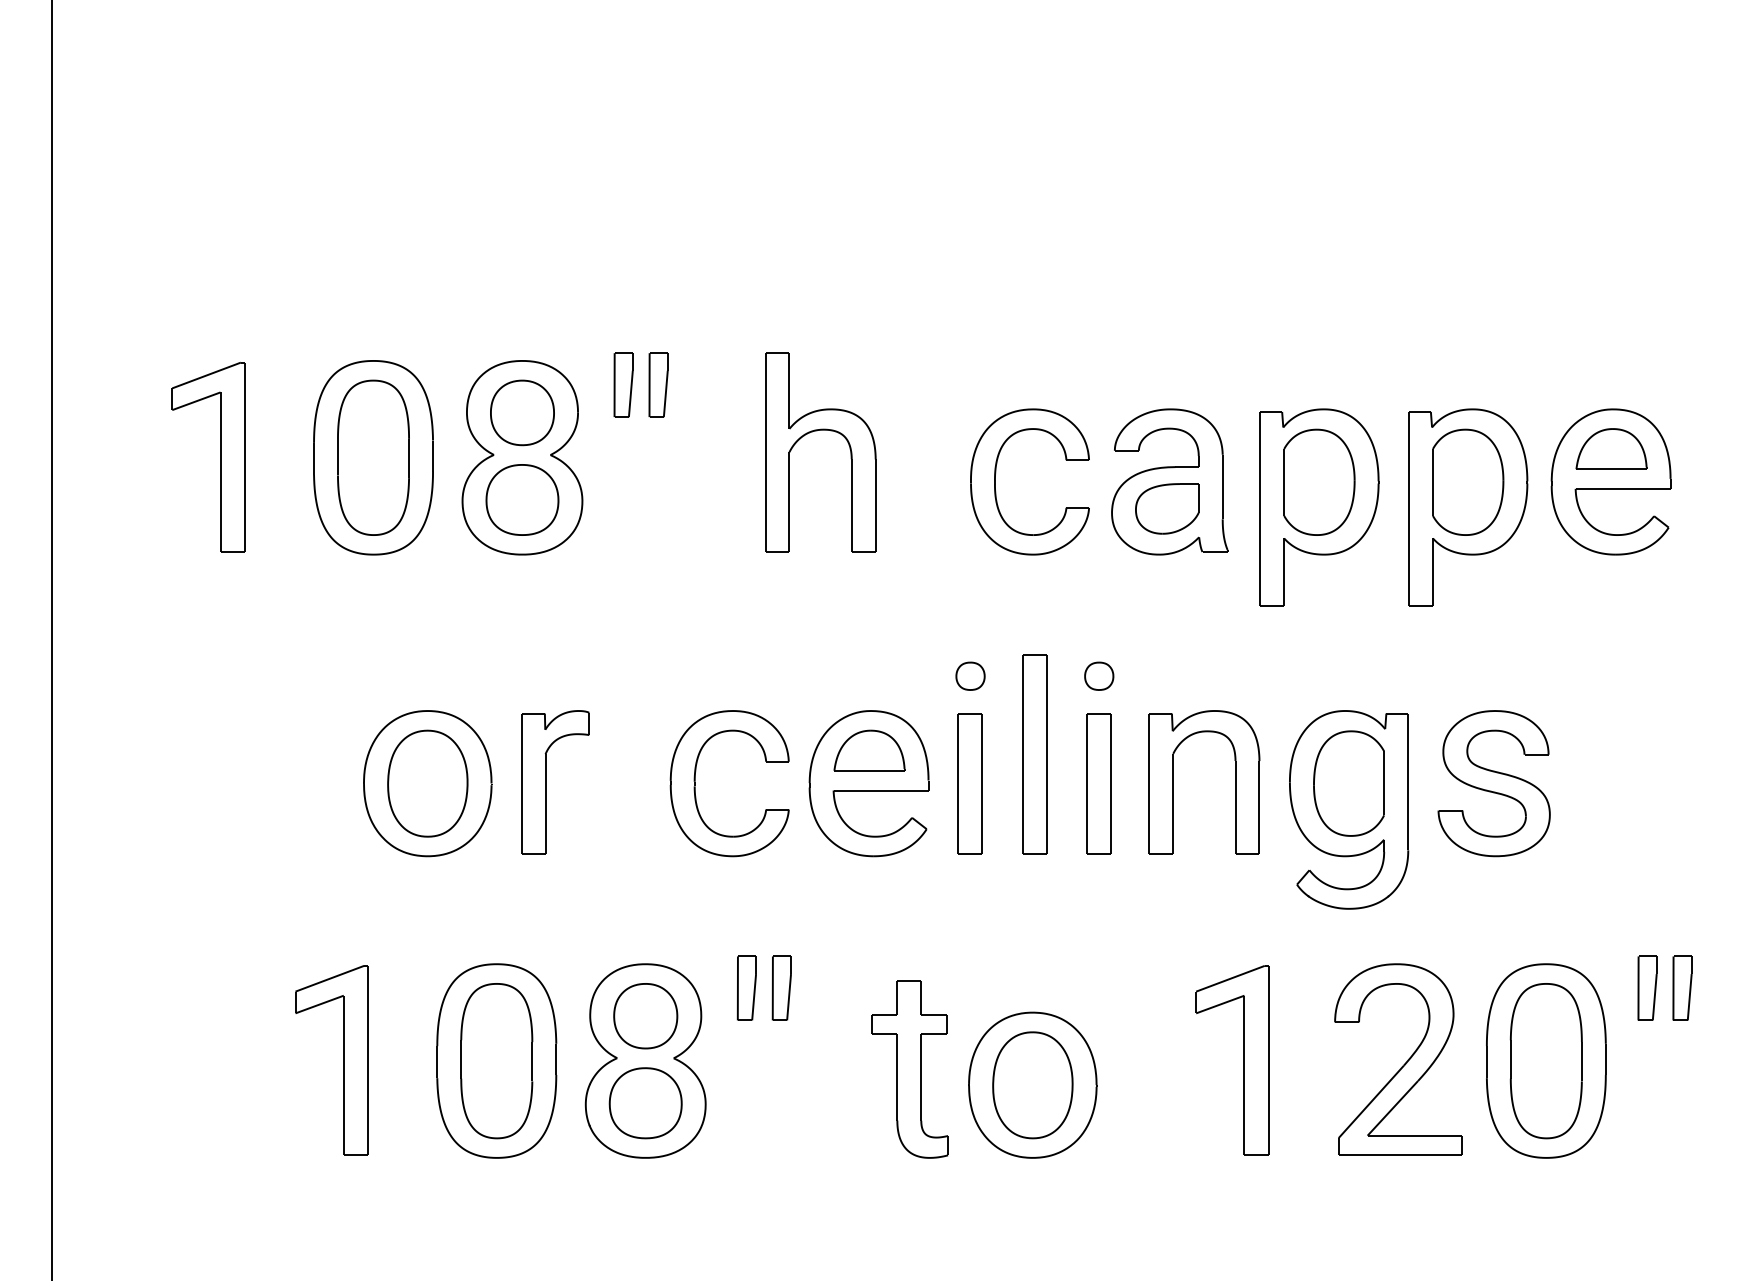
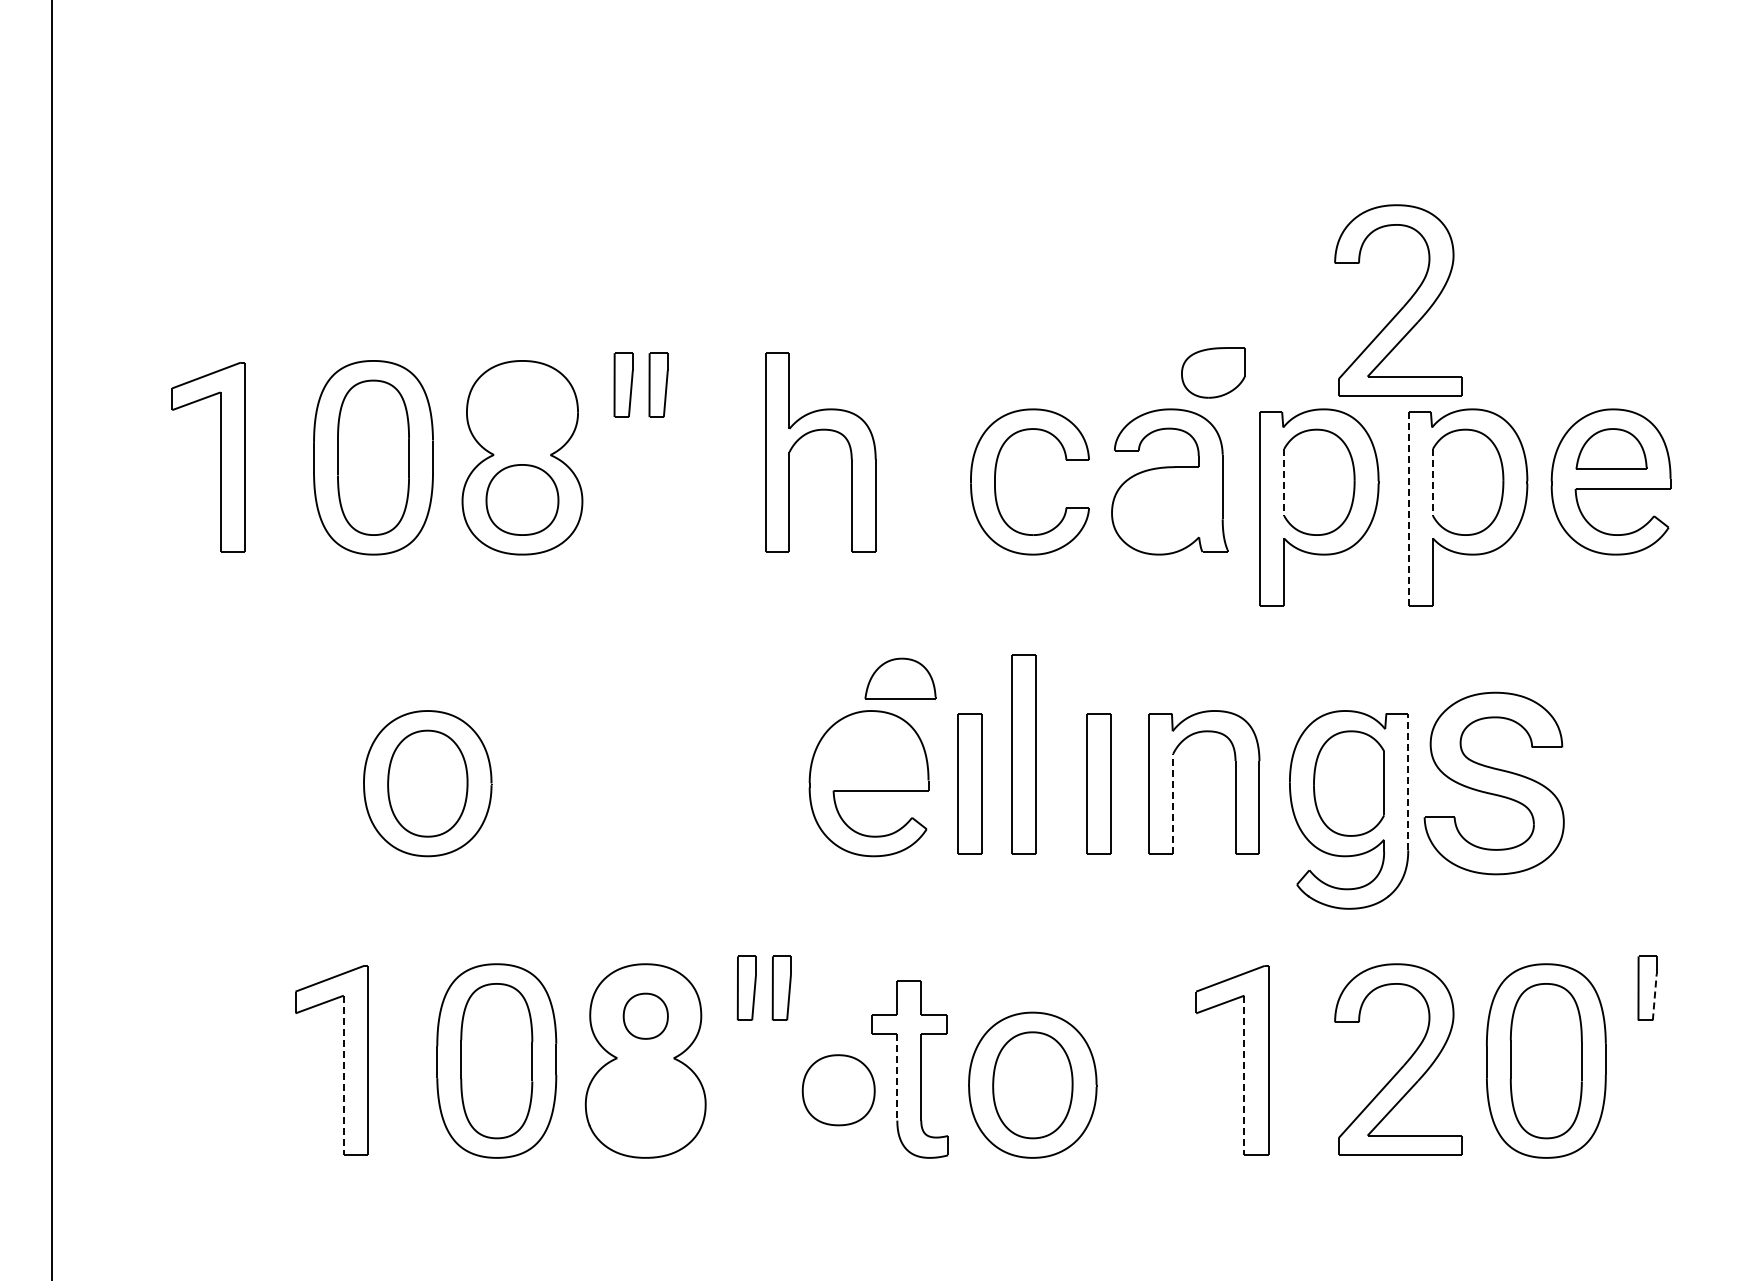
part at (1403, 305): none -> present
part at (522, 412): present -> none
line at (1284, 482): solid -> dashed
line at (1432, 482): solid -> dashed
part at (1167, 508) position: (1167, 508) -> (1213, 372)
line at (1409, 508): solid -> dashed
part at (970, 675): present -> none
part at (1099, 675): present -> none
part at (869, 750) position: (869, 750) -> (900, 678)
part at (1034, 754) position: (1034, 754) -> (1023, 754)
line at (1408, 781): solid -> dashed
part at (546, 782): present -> none
part at (695, 783): present -> none
part at (1493, 783) size: 114x148 px -> 142x185 px
line at (1173, 803): solid -> dashed
part at (1682, 987): present -> none
line at (1654, 996): solid -> dashed
part at (645, 1016) size: 66x67 px -> 47x48 px
line at (343, 1075): solid -> dashed
line at (1244, 1075): solid -> dashed
line at (897, 1077): solid -> dashed
part at (645, 1103) position: (645, 1103) -> (838, 1090)
